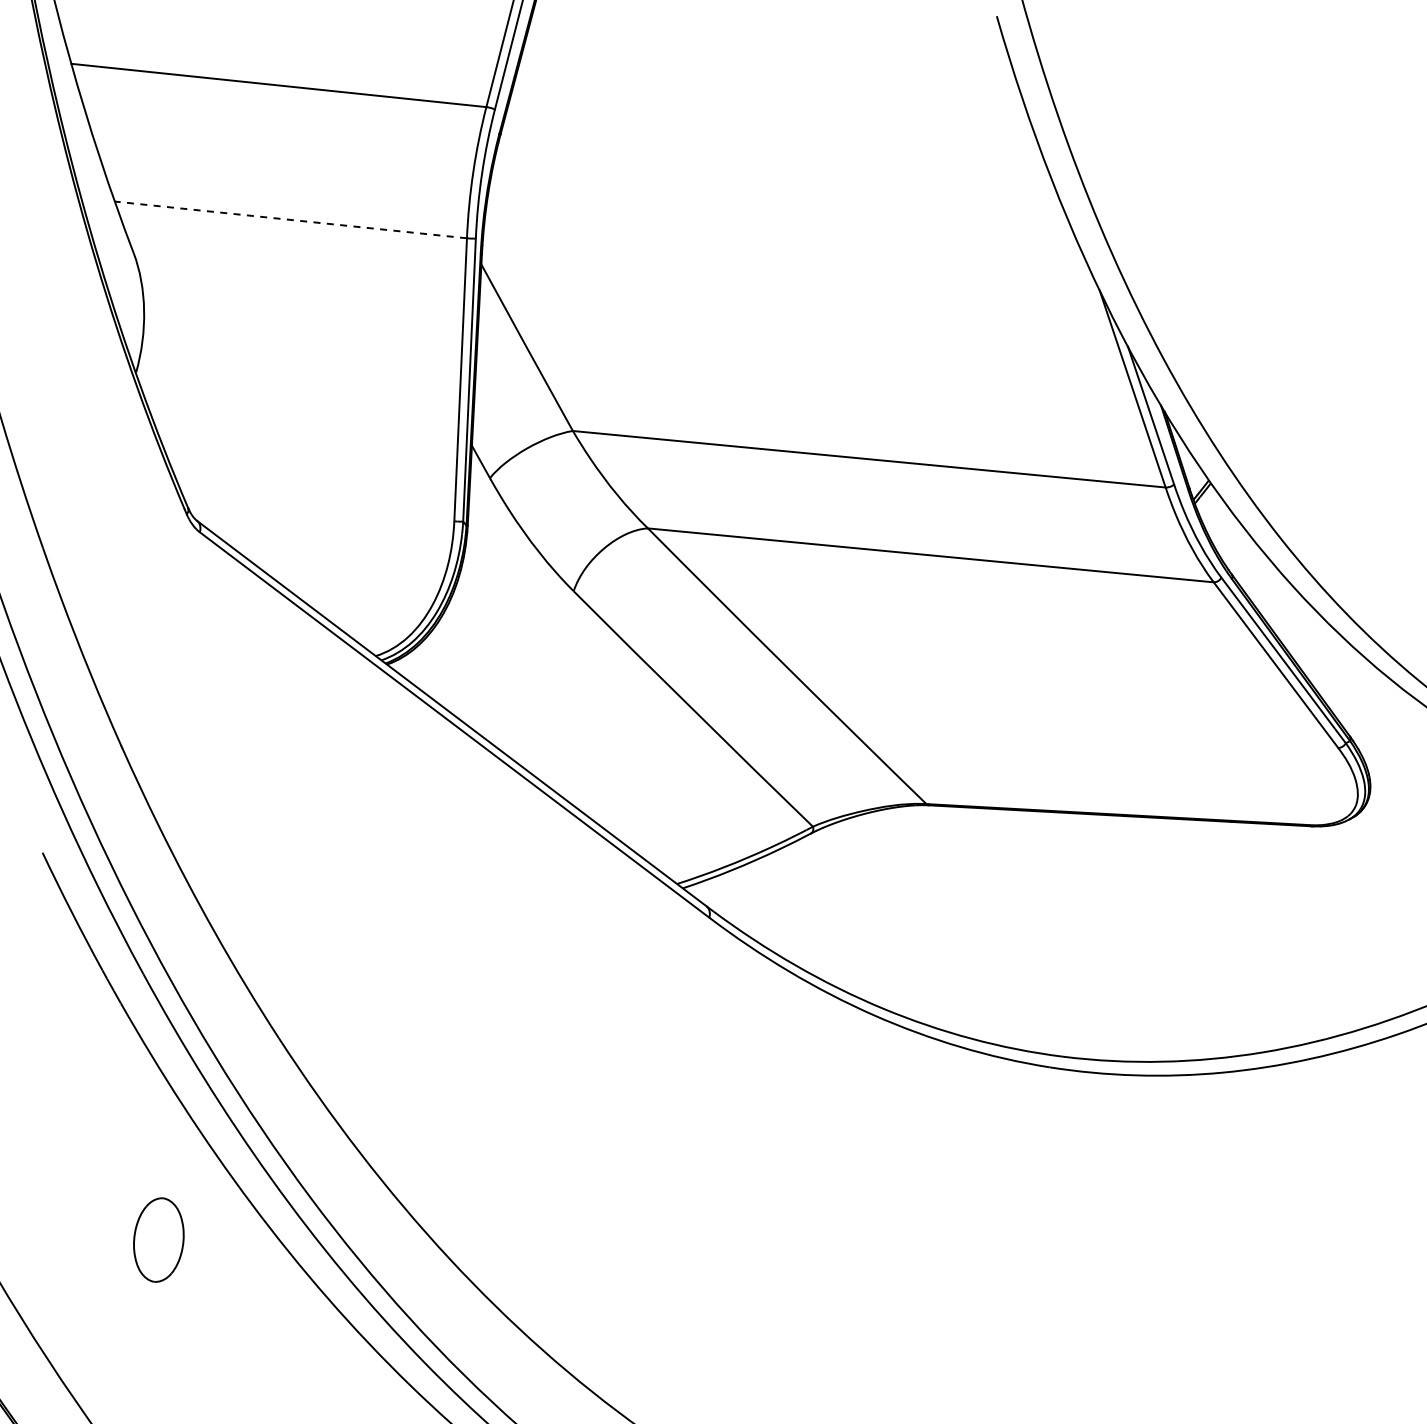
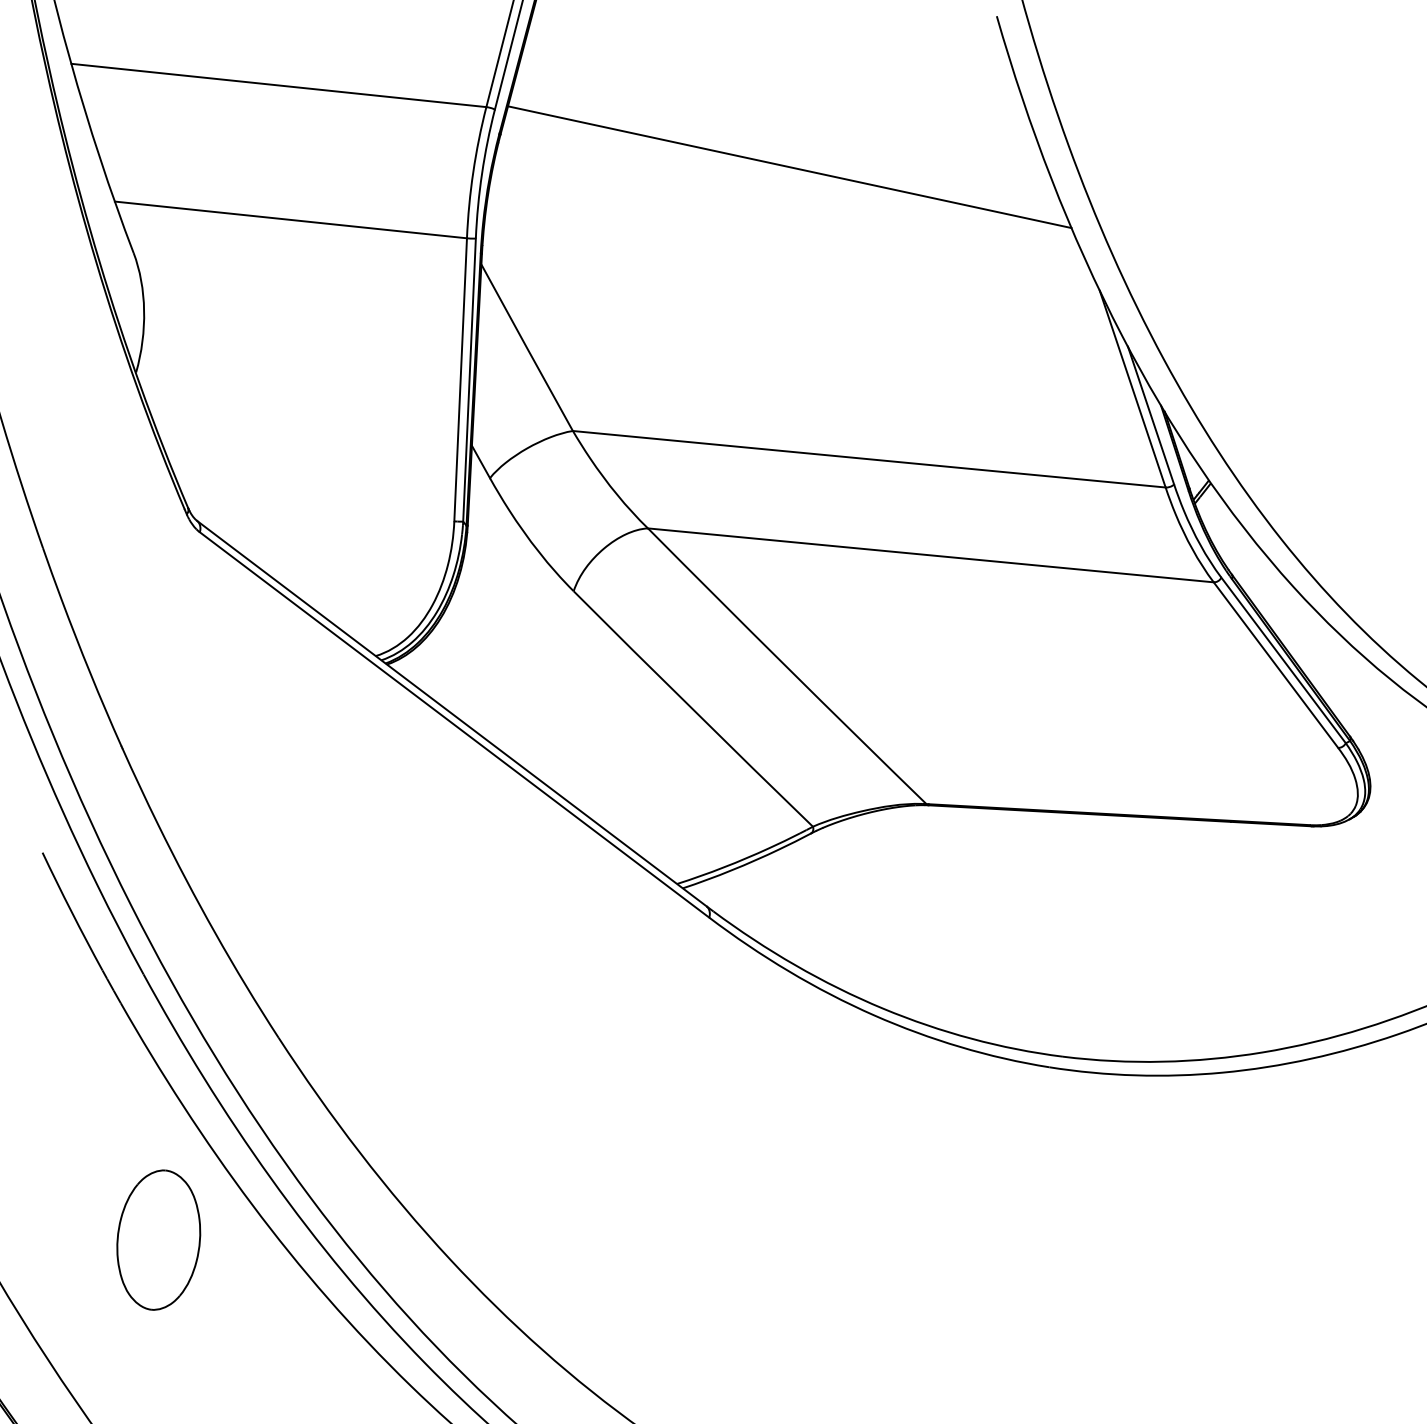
line at (789, 167): none -> present
line at (290, 219): dashed -> solid
part at (158, 1239) size: 52x86 px -> 86x142 px
